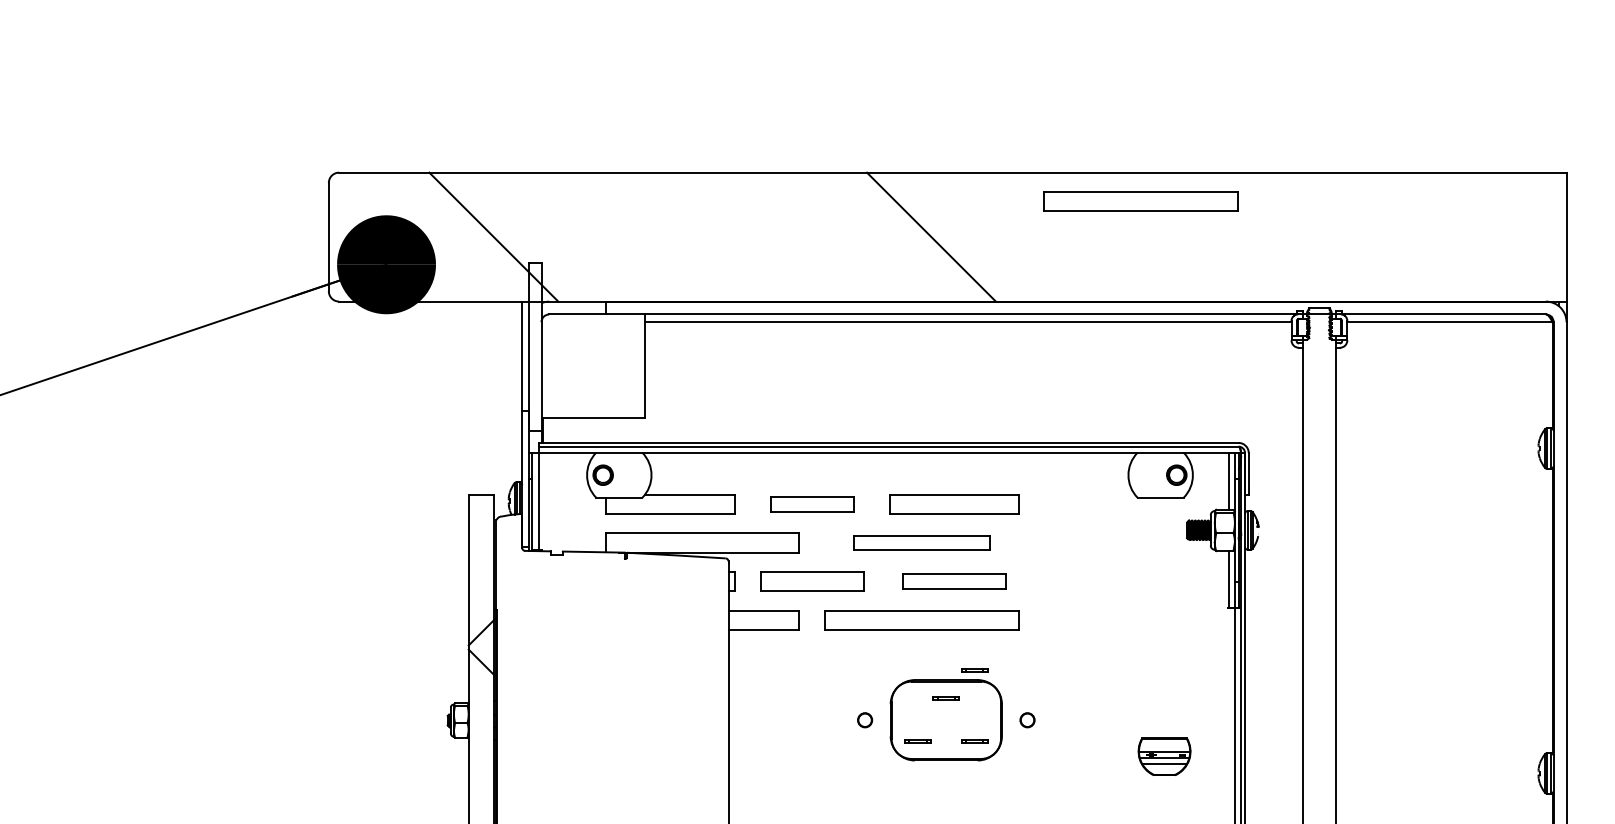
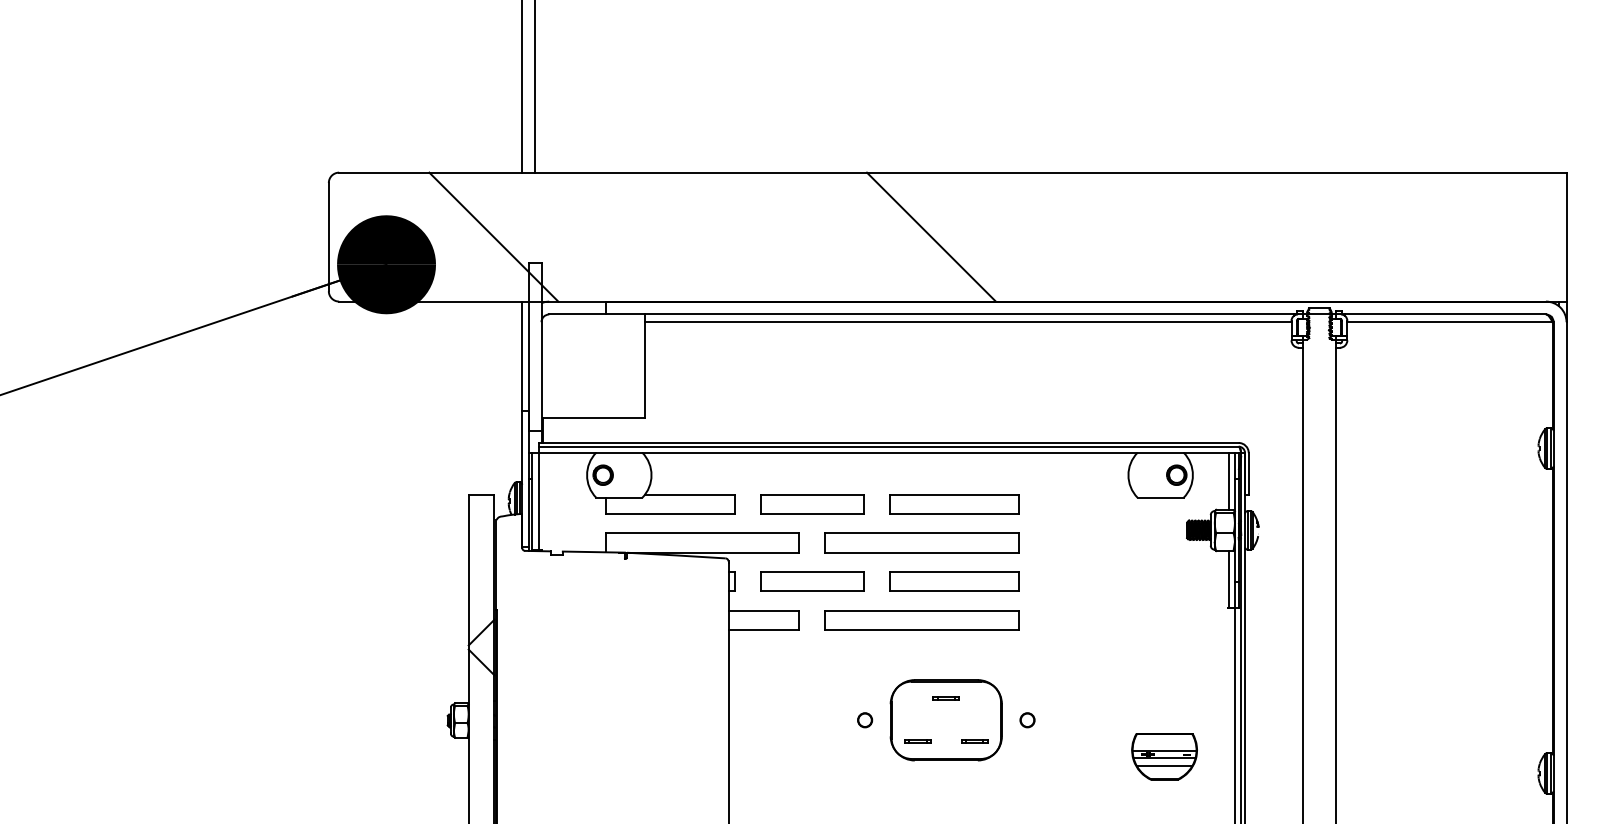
line at (522, 87): none -> present
line at (535, 87): none -> present
part at (1140, 201): present -> none
part at (812, 504) size: 85x17 px -> 105x21 px
part at (921, 542) size: 138x16 px -> 196x22 px
part at (954, 581) size: 105x17 px -> 131x21 px
line at (974, 669): present -> none
part at (1164, 756) size: 55x39 px -> 67x48 px
